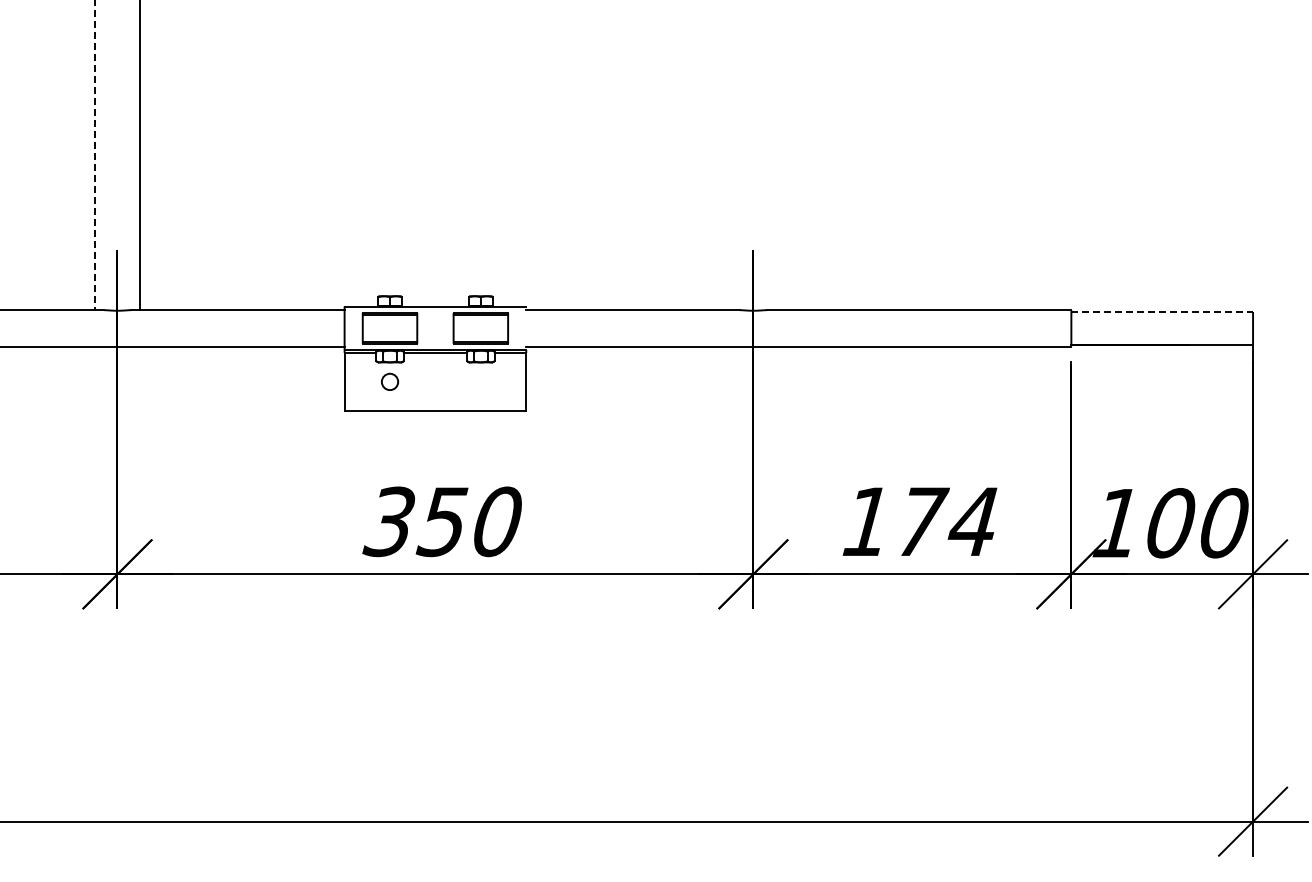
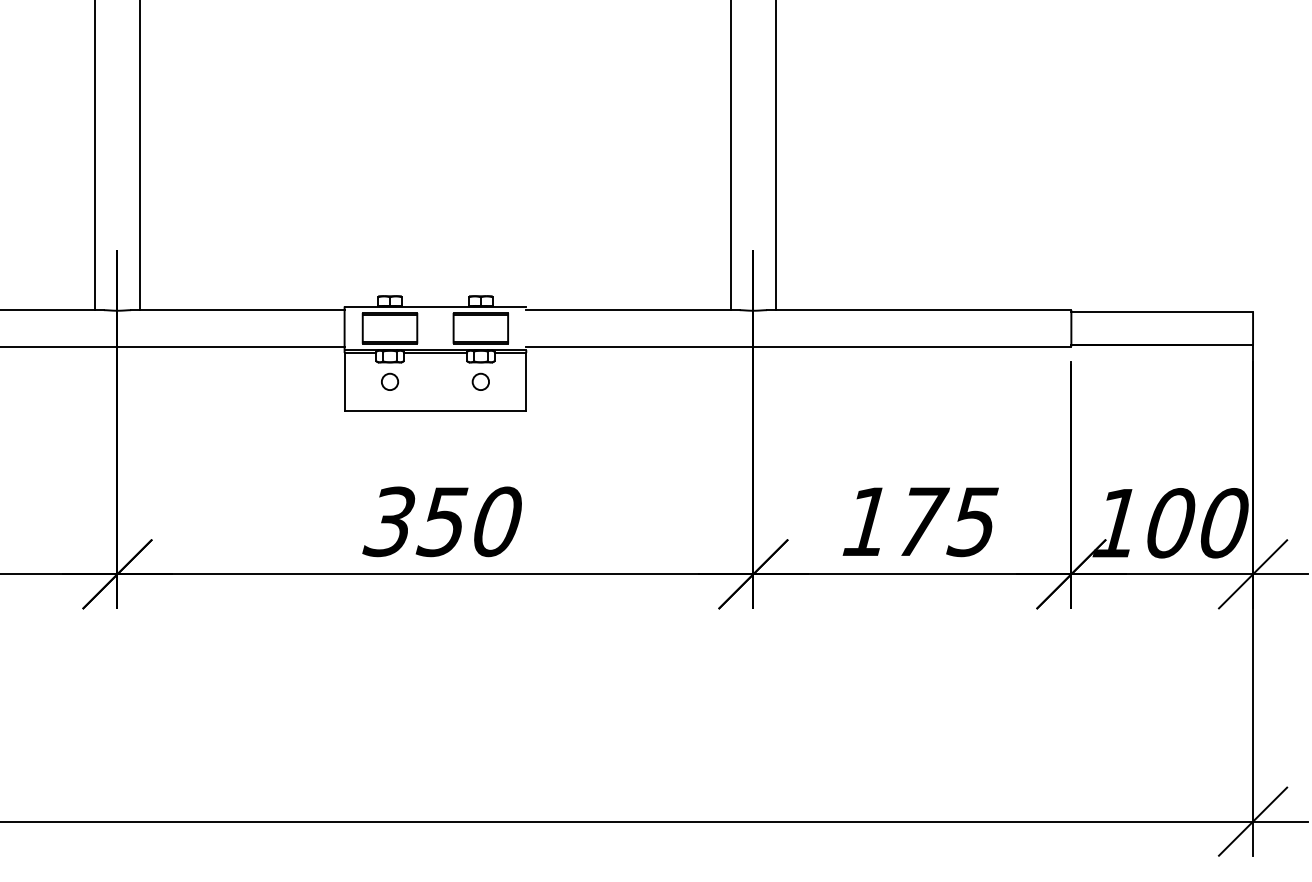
line at (94, 155): dashed -> solid
line at (730, 156): none -> present
line at (776, 156): none -> present
line at (1162, 311): dashed -> solid
circle at (480, 381): none -> present
text at (972, 522): 174 -> 175
